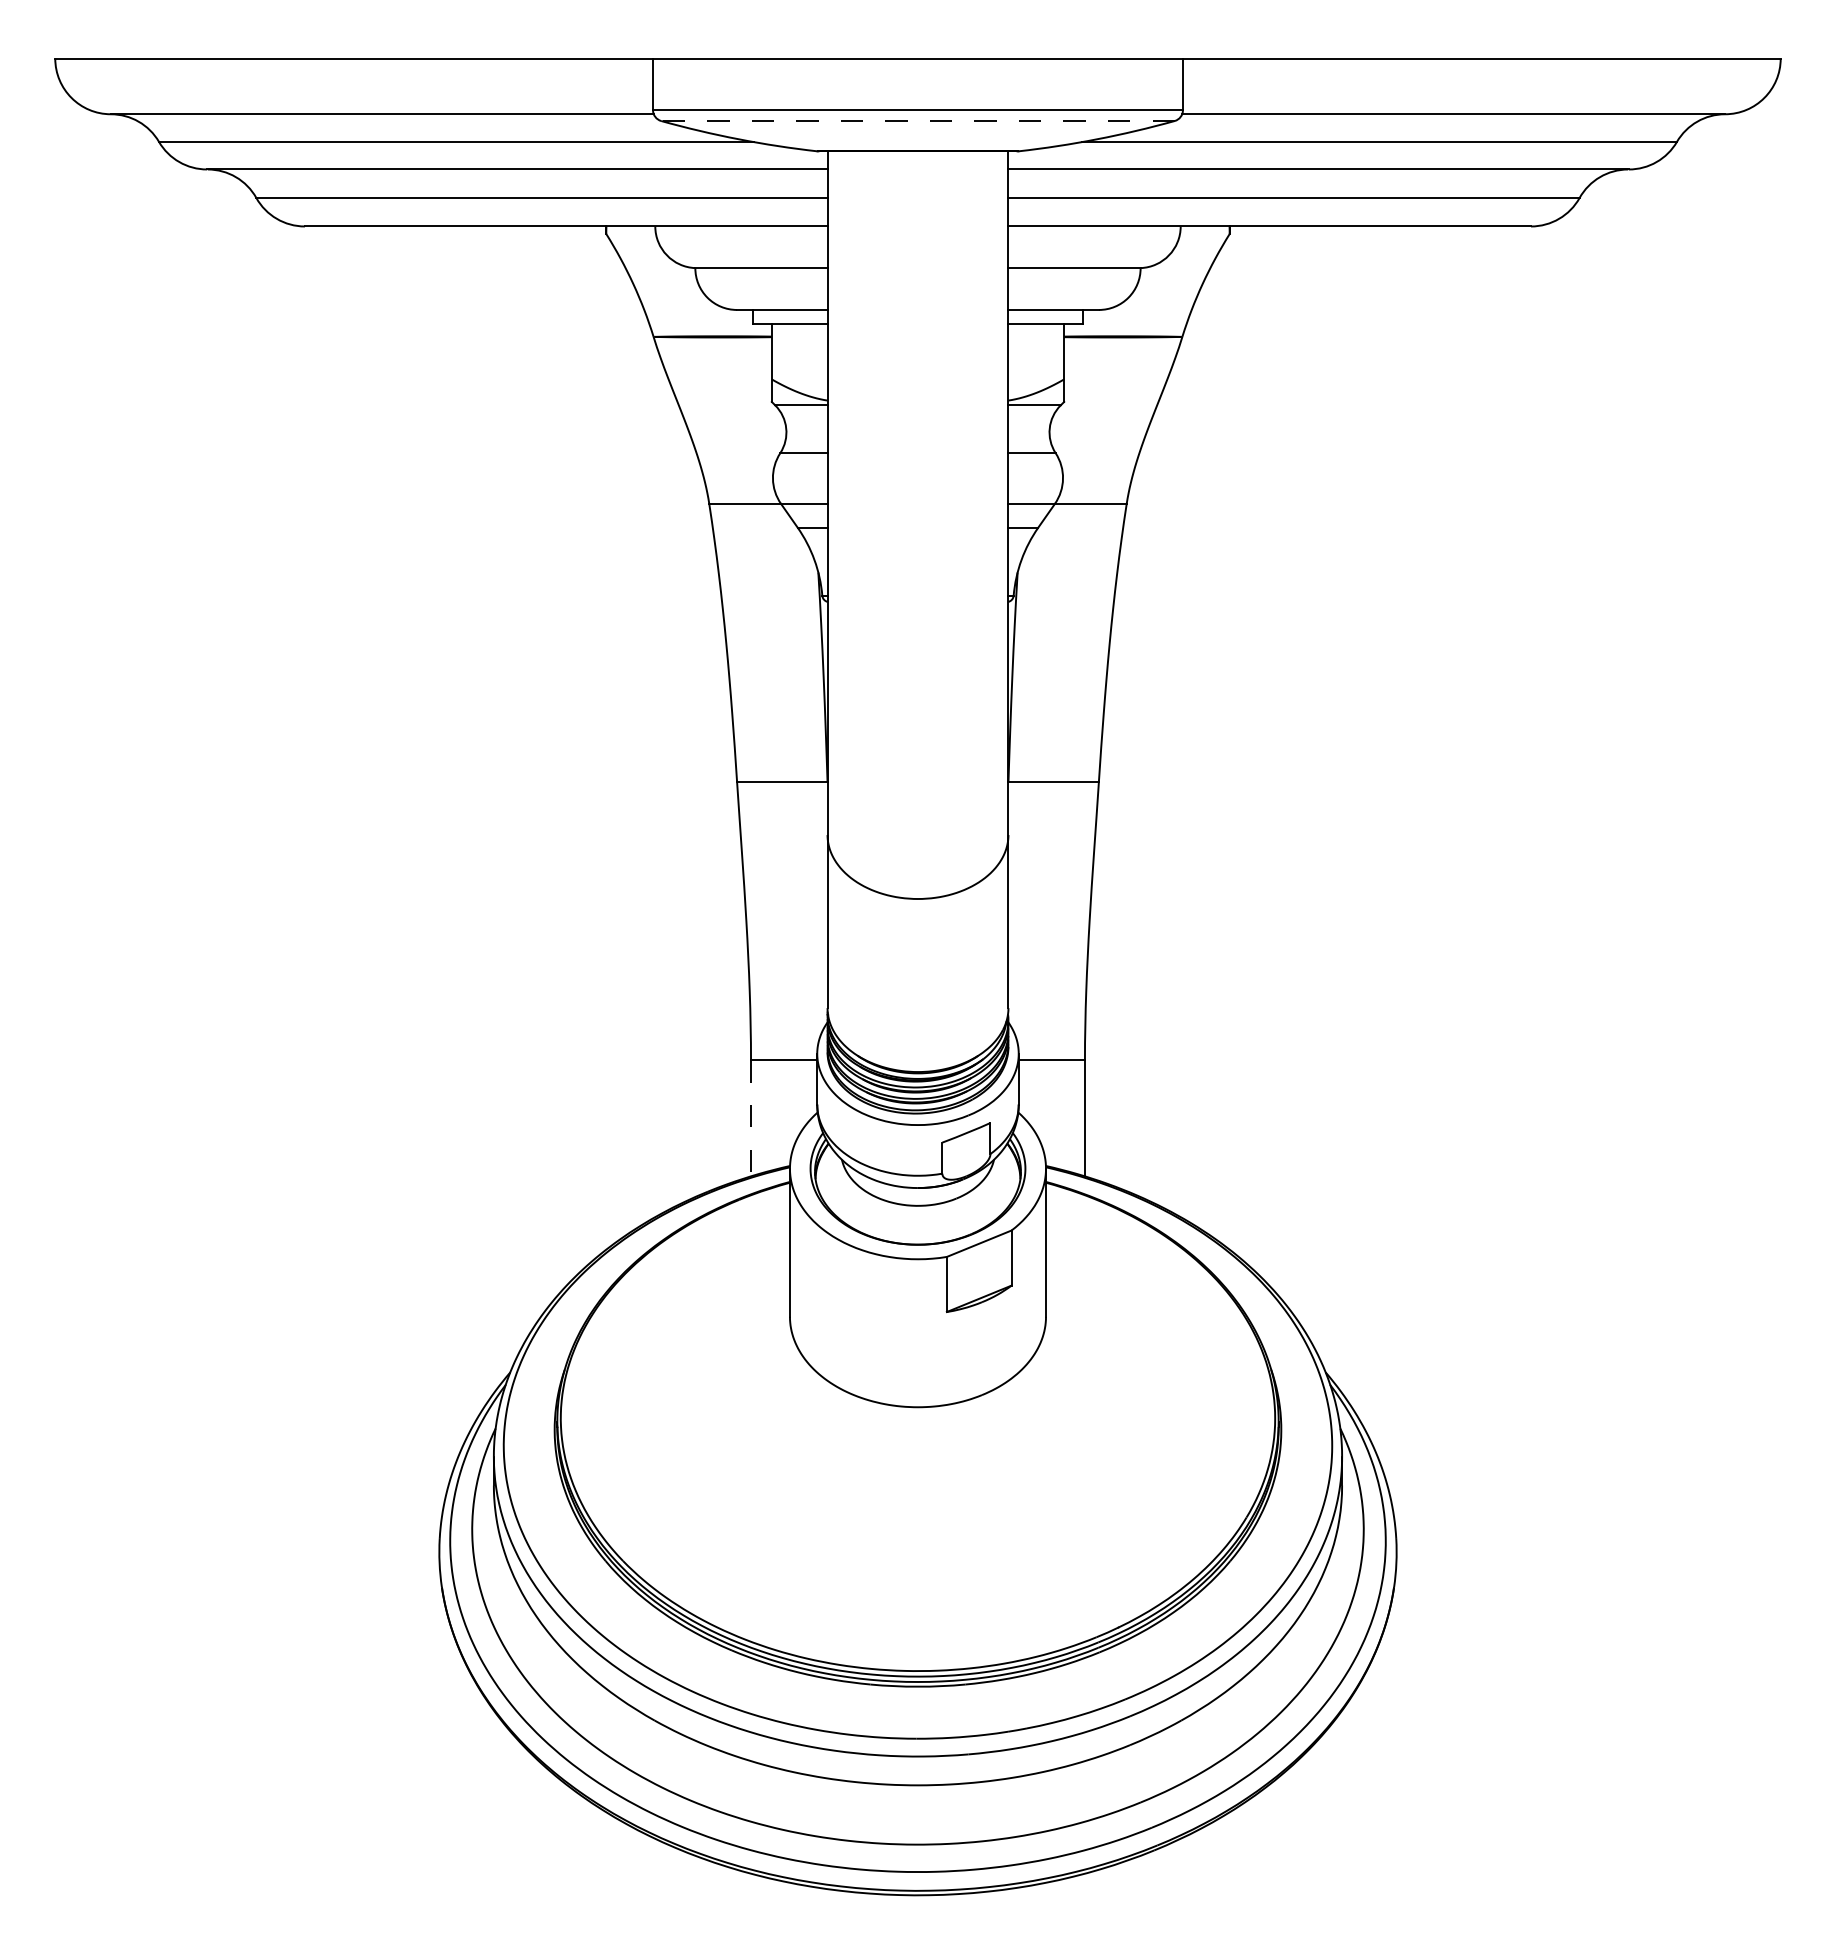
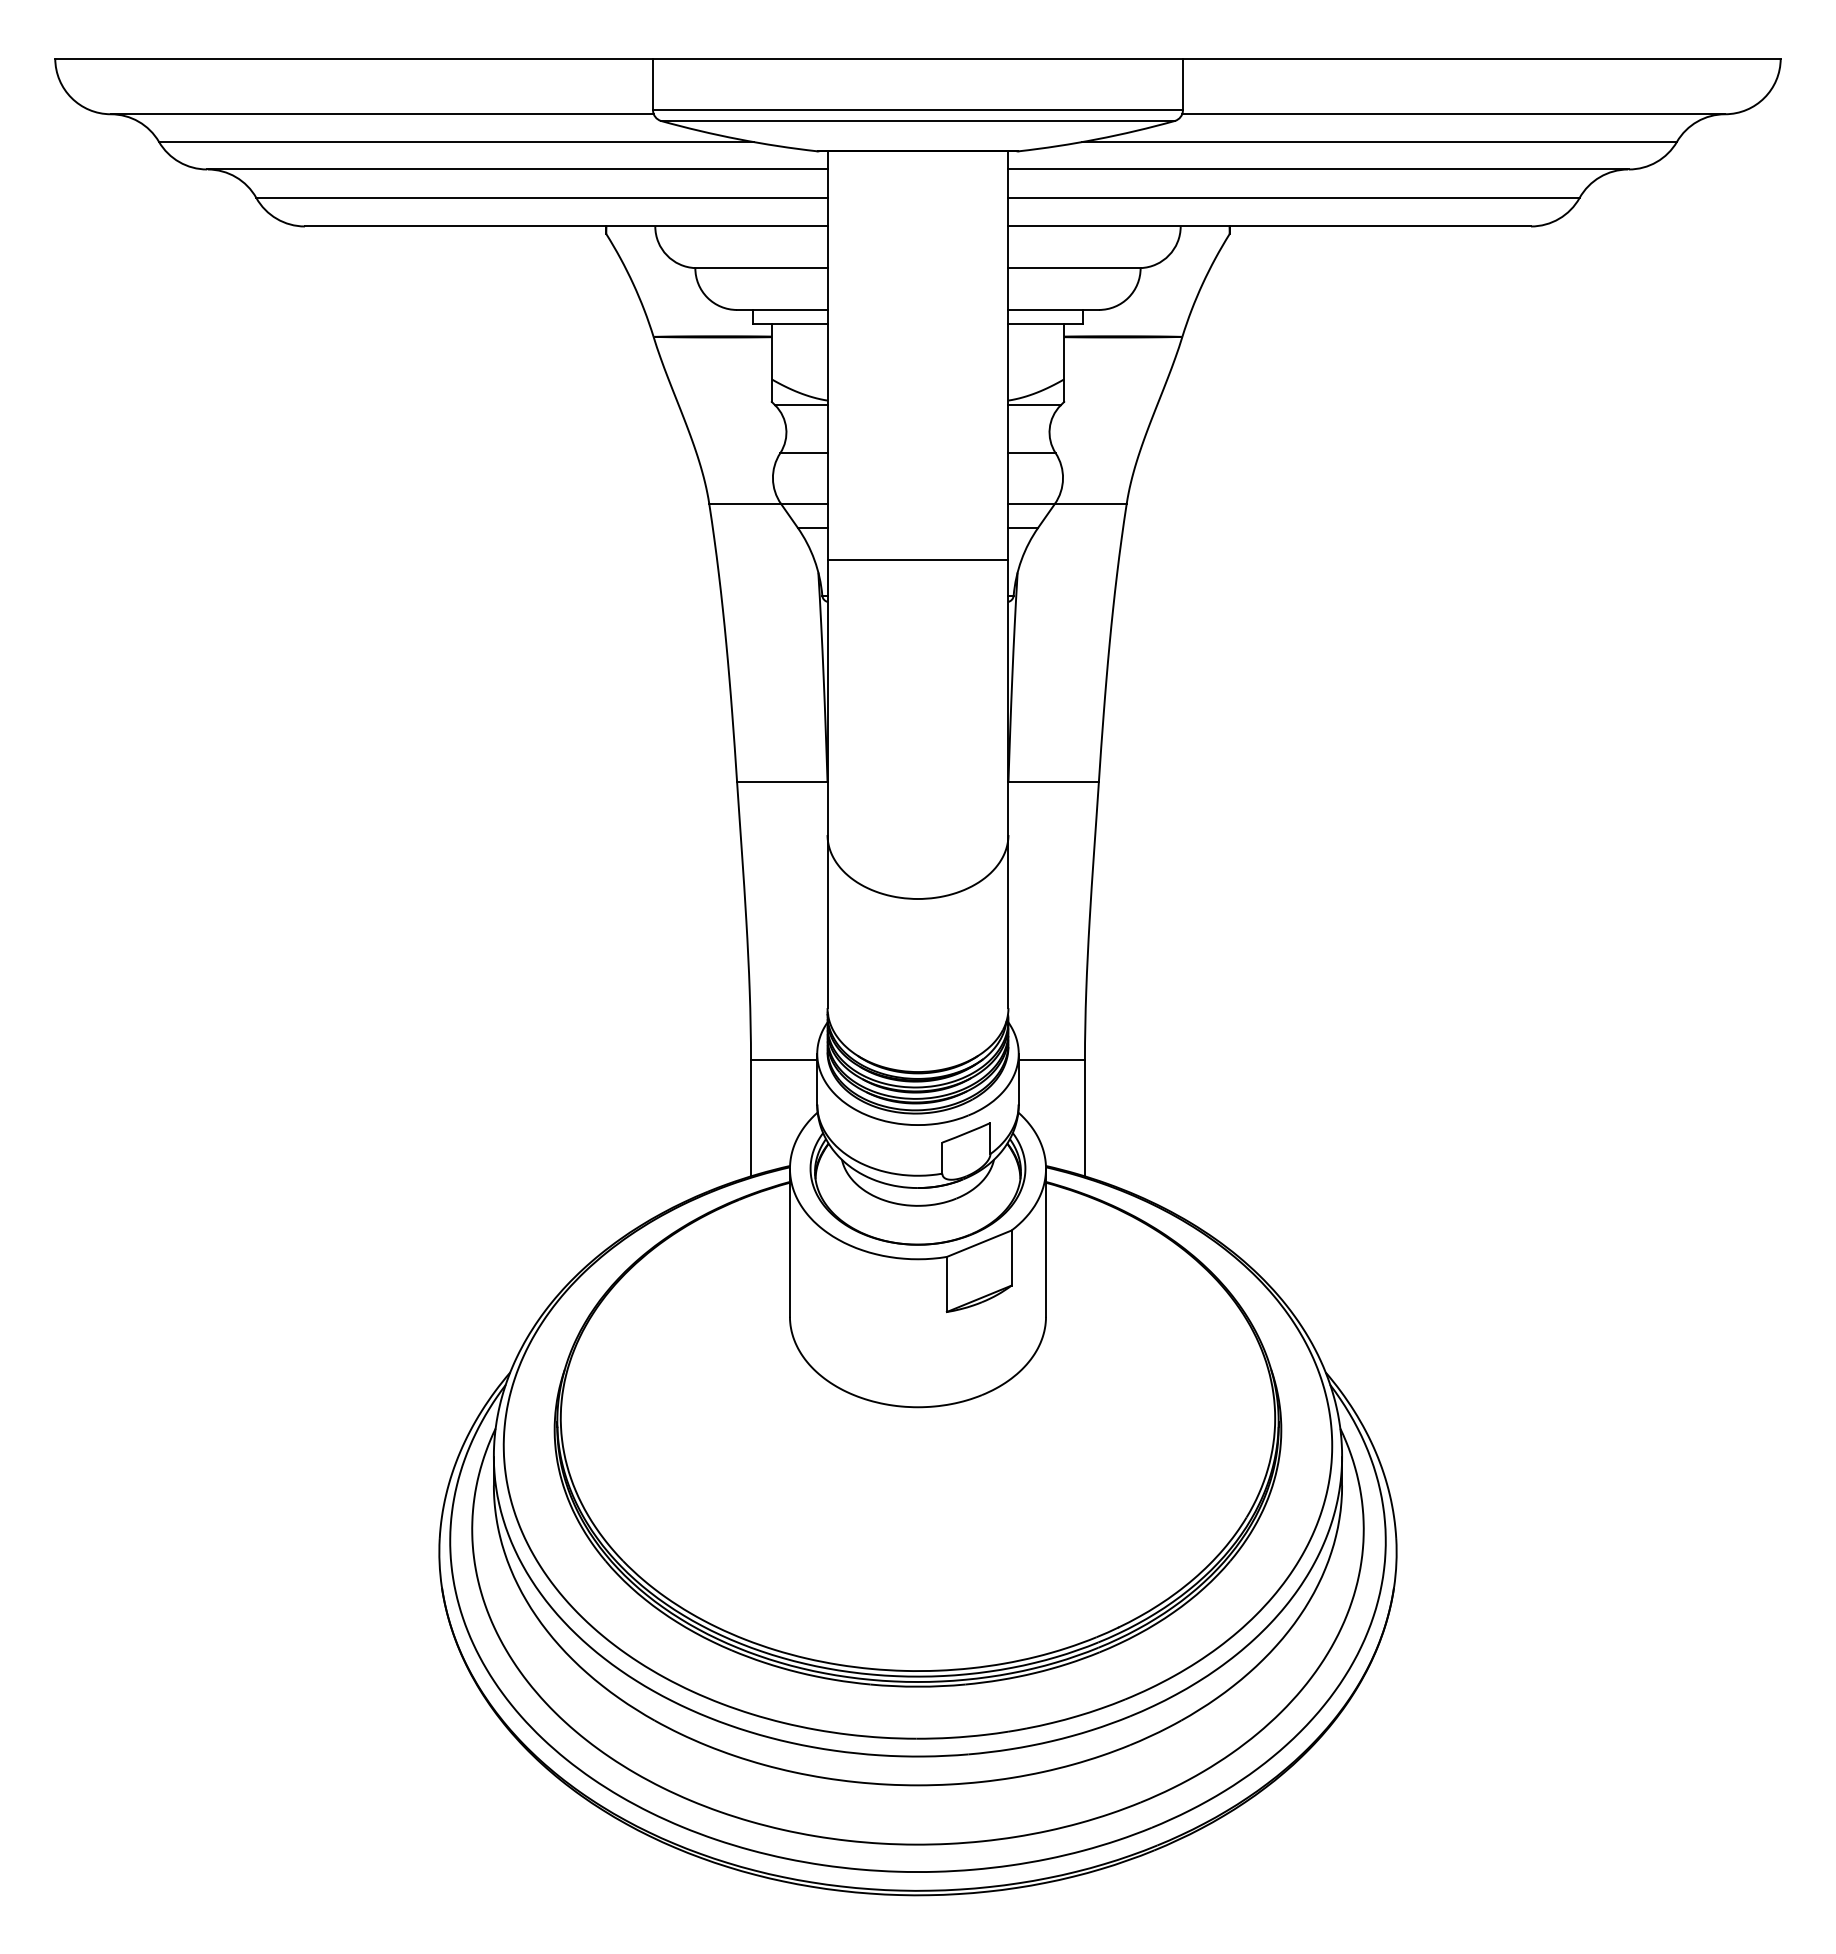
line at (917, 121): dashed -> solid
line at (917, 559): none -> present
line at (751, 1118): dashed -> solid
